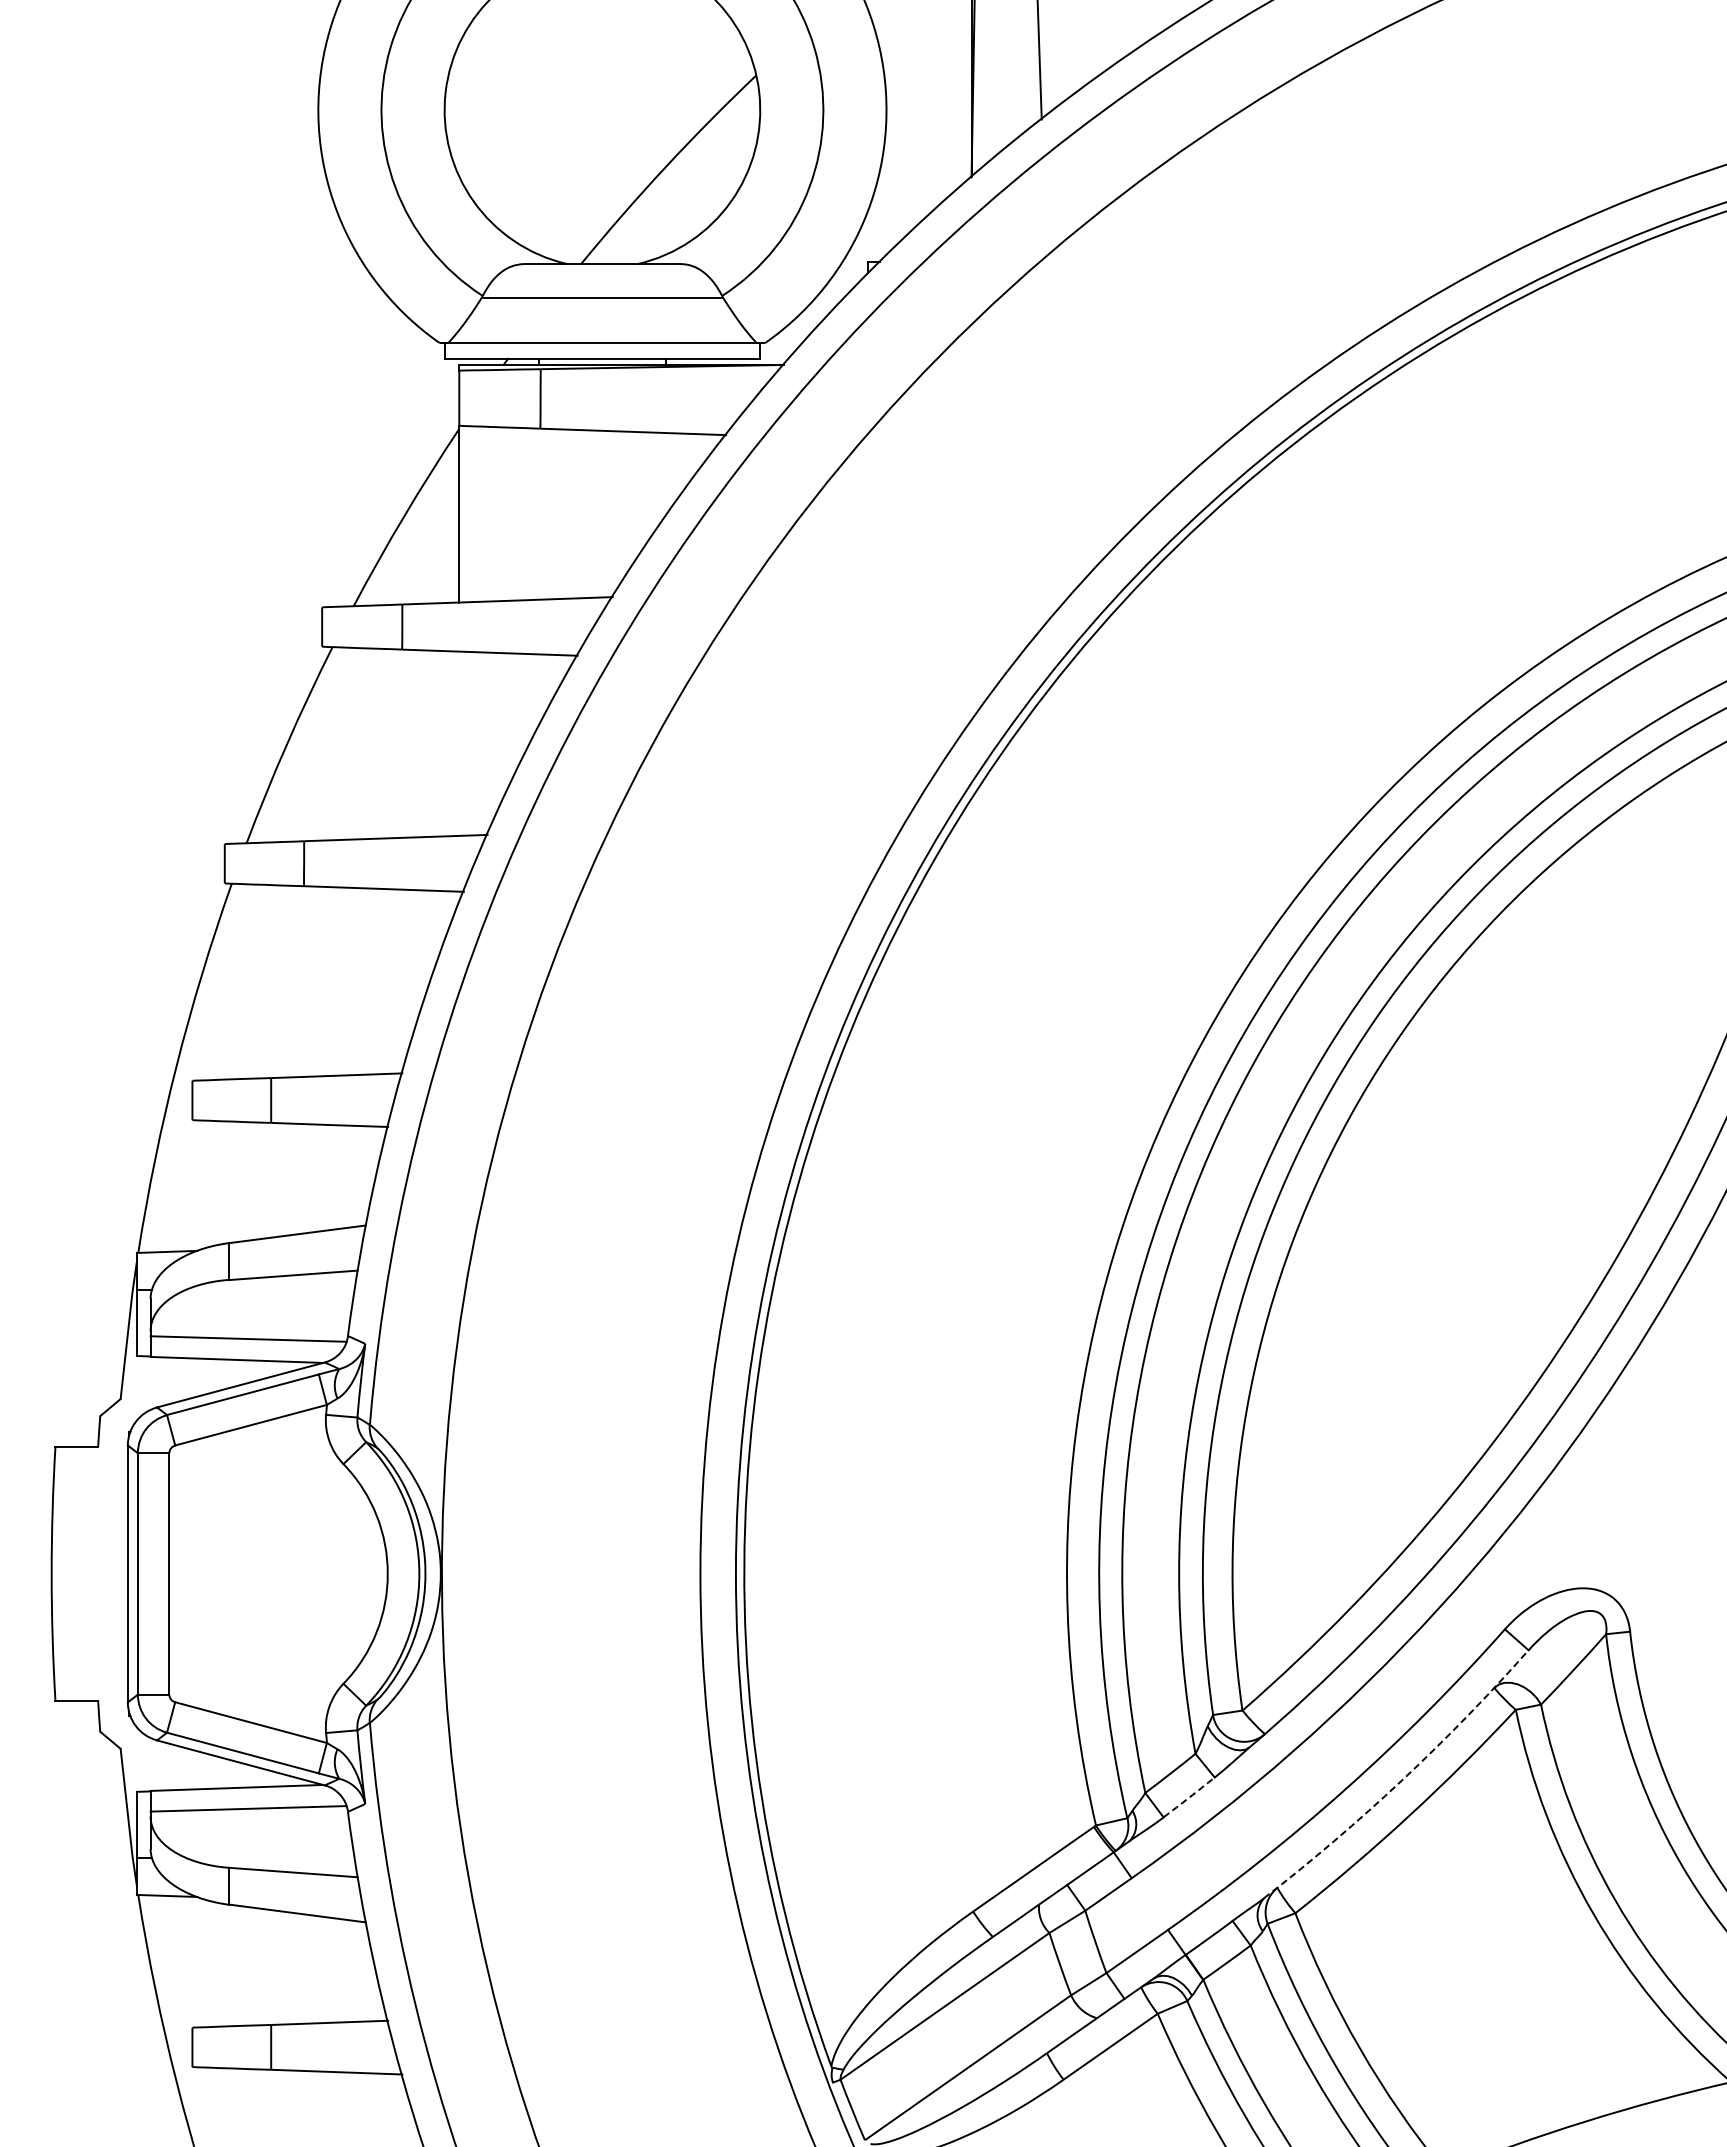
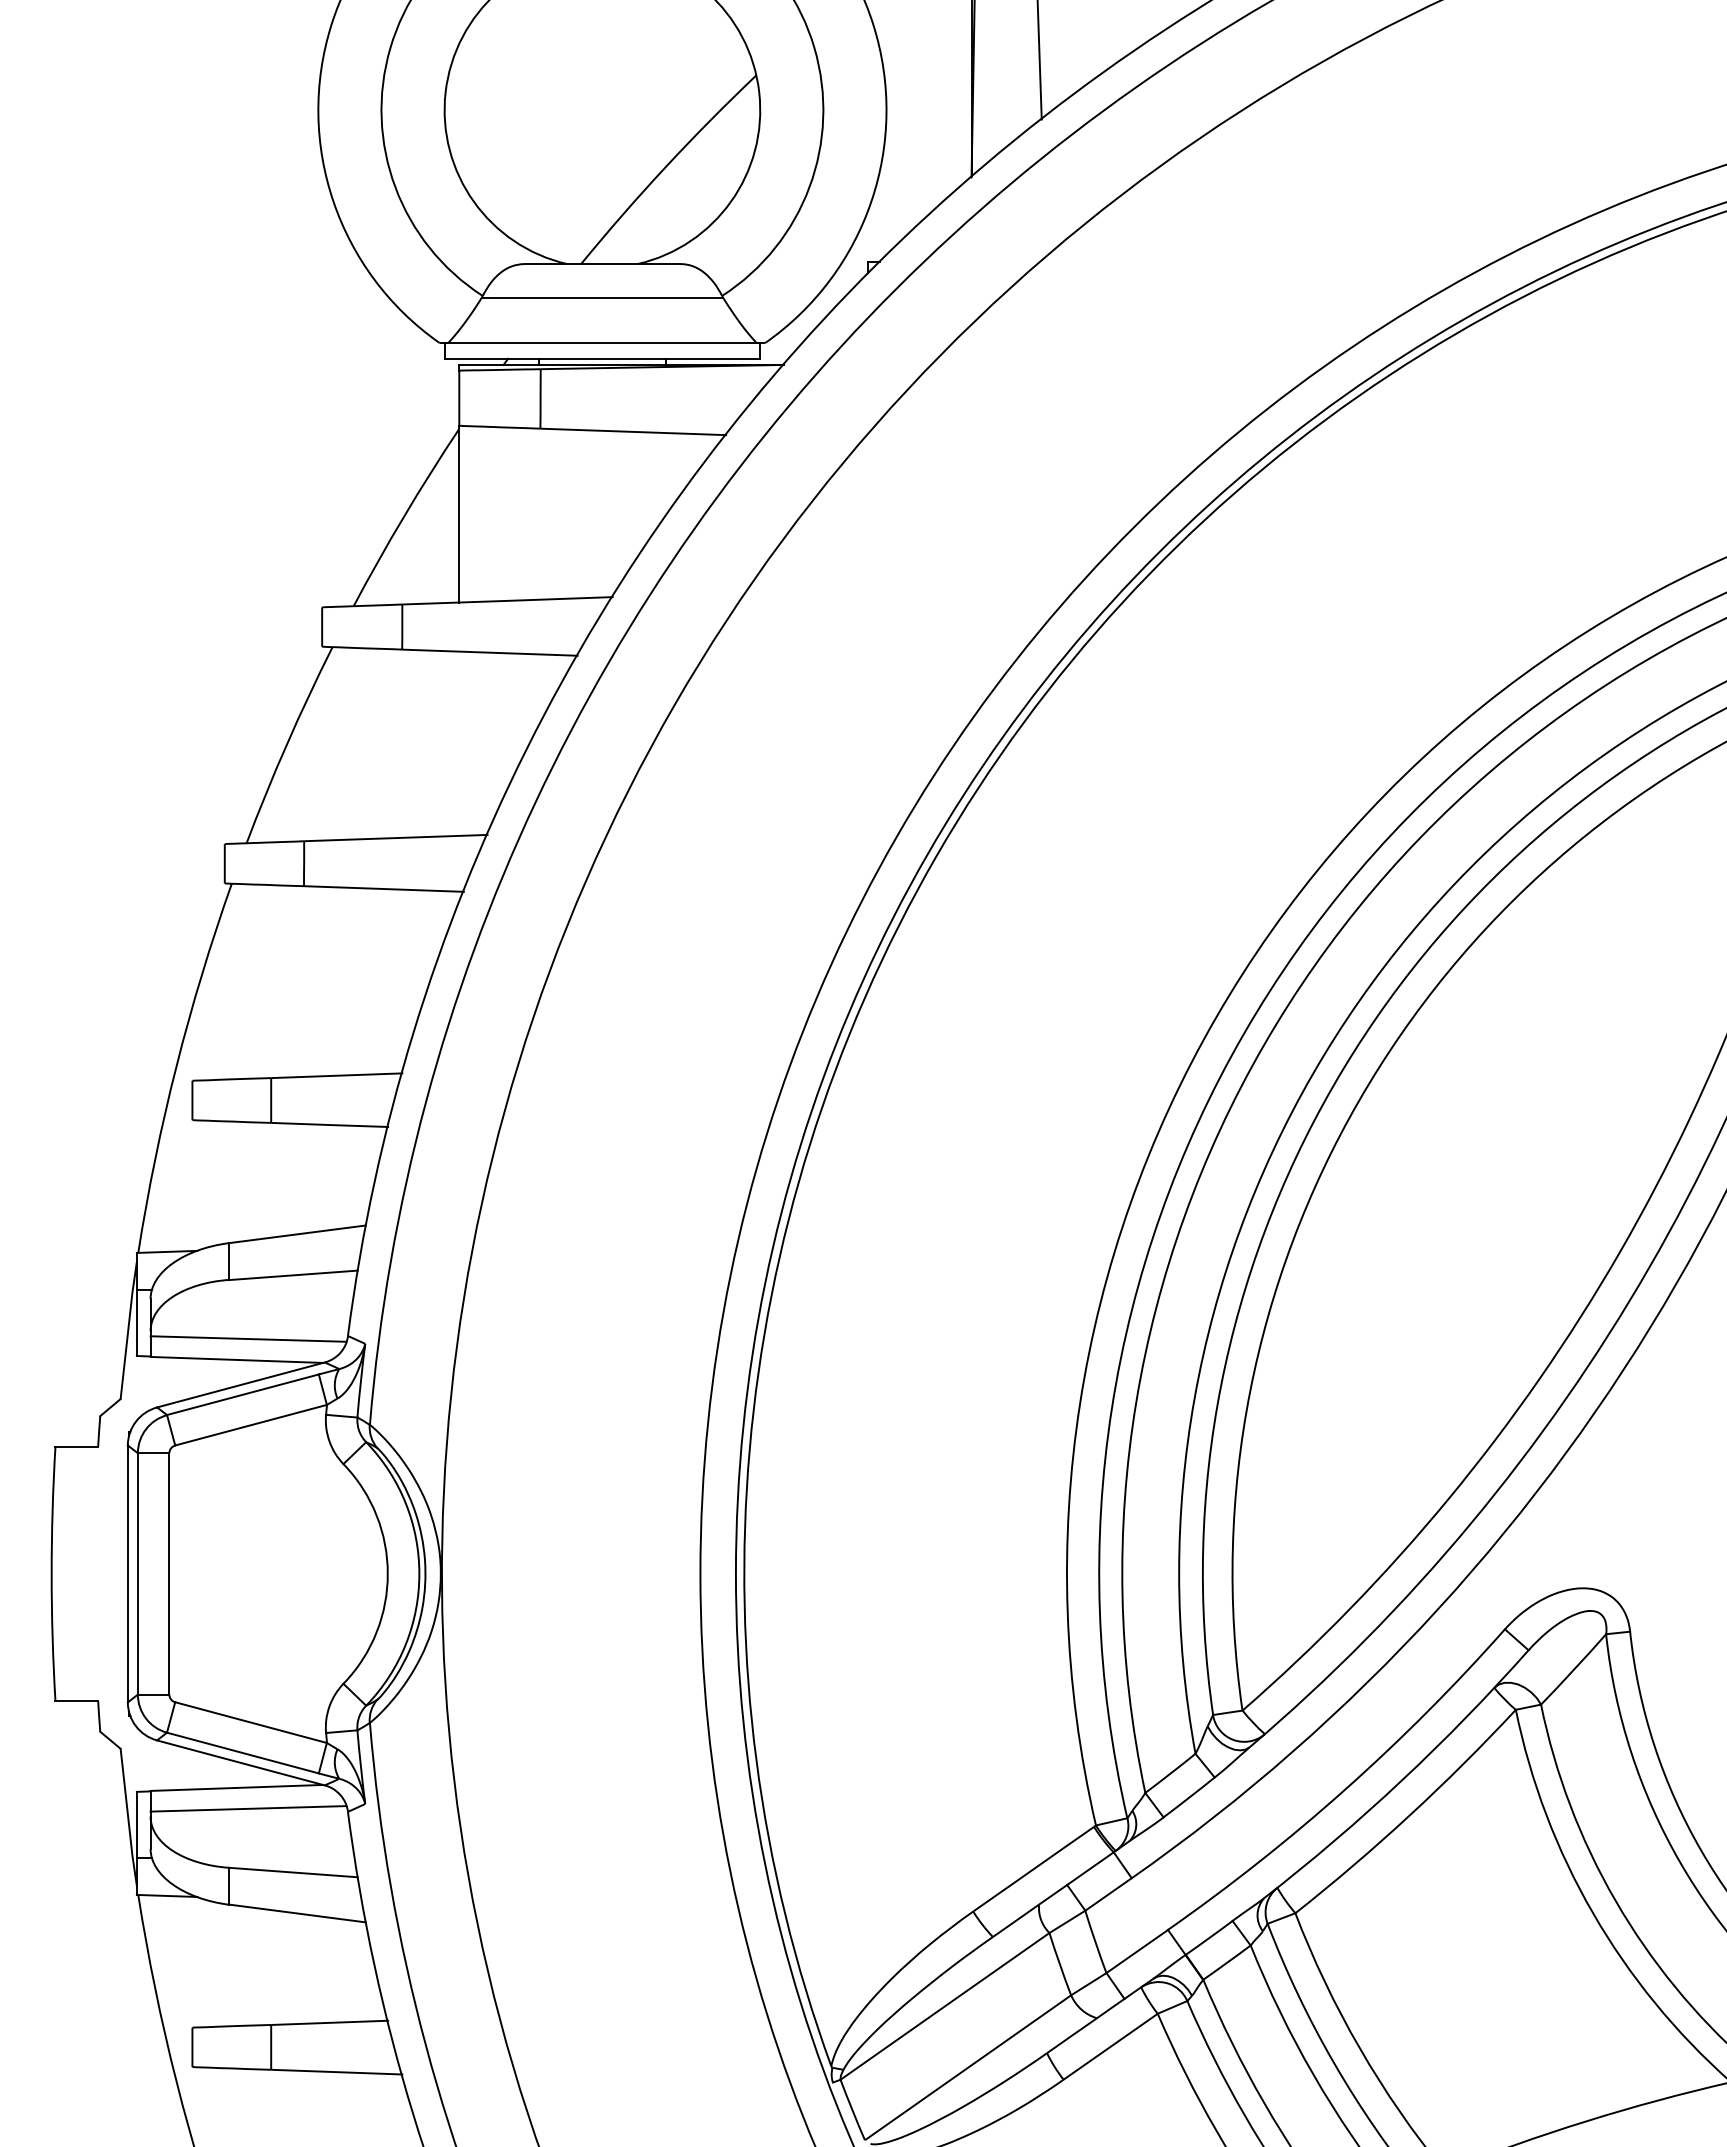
arc at (1402, 1780): dashed -> solid
arc at (1189, 1797): dashed -> solid
